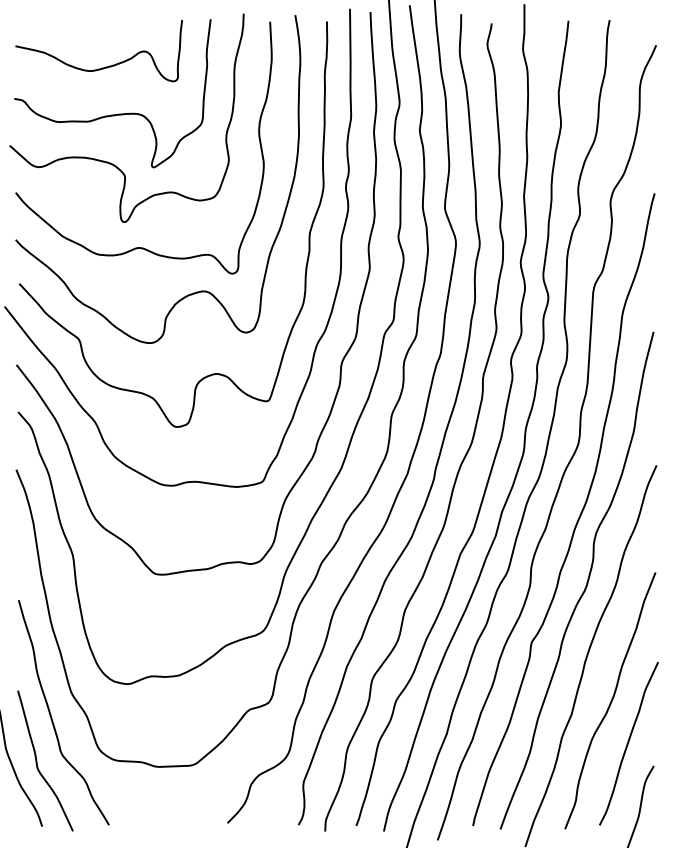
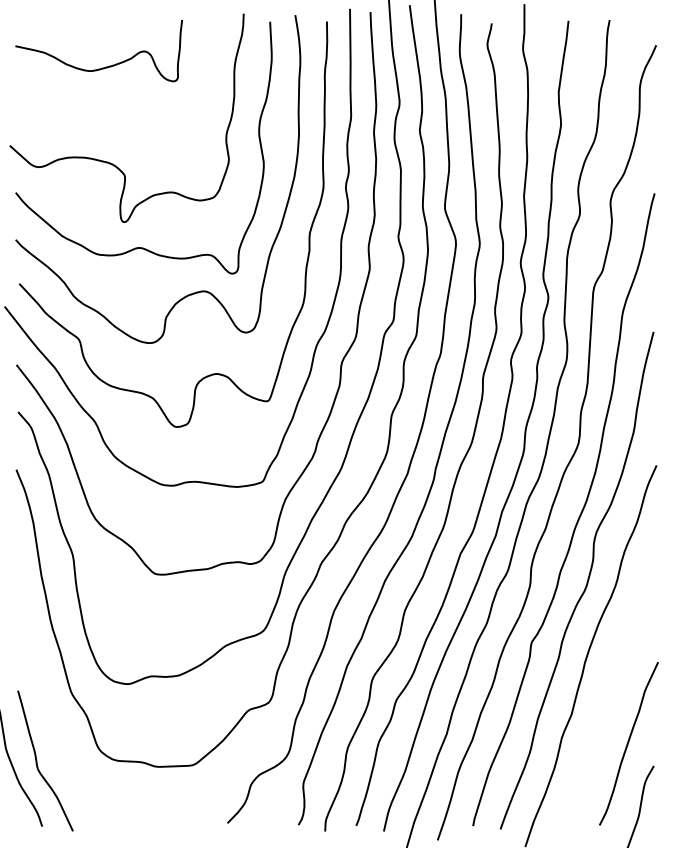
curve at (118, 113): present -> none
curve at (611, 700): present -> none
curve at (52, 717): present -> none
